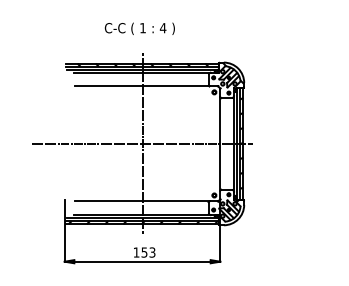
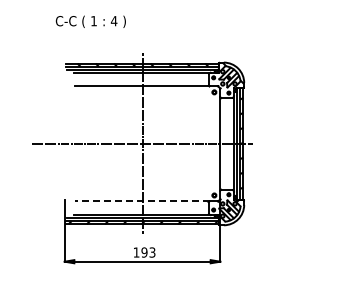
text at (139, 28) position: (139, 28) -> (90, 21)
line at (142, 201): solid -> dashed
text at (144, 252): 153 -> 193
